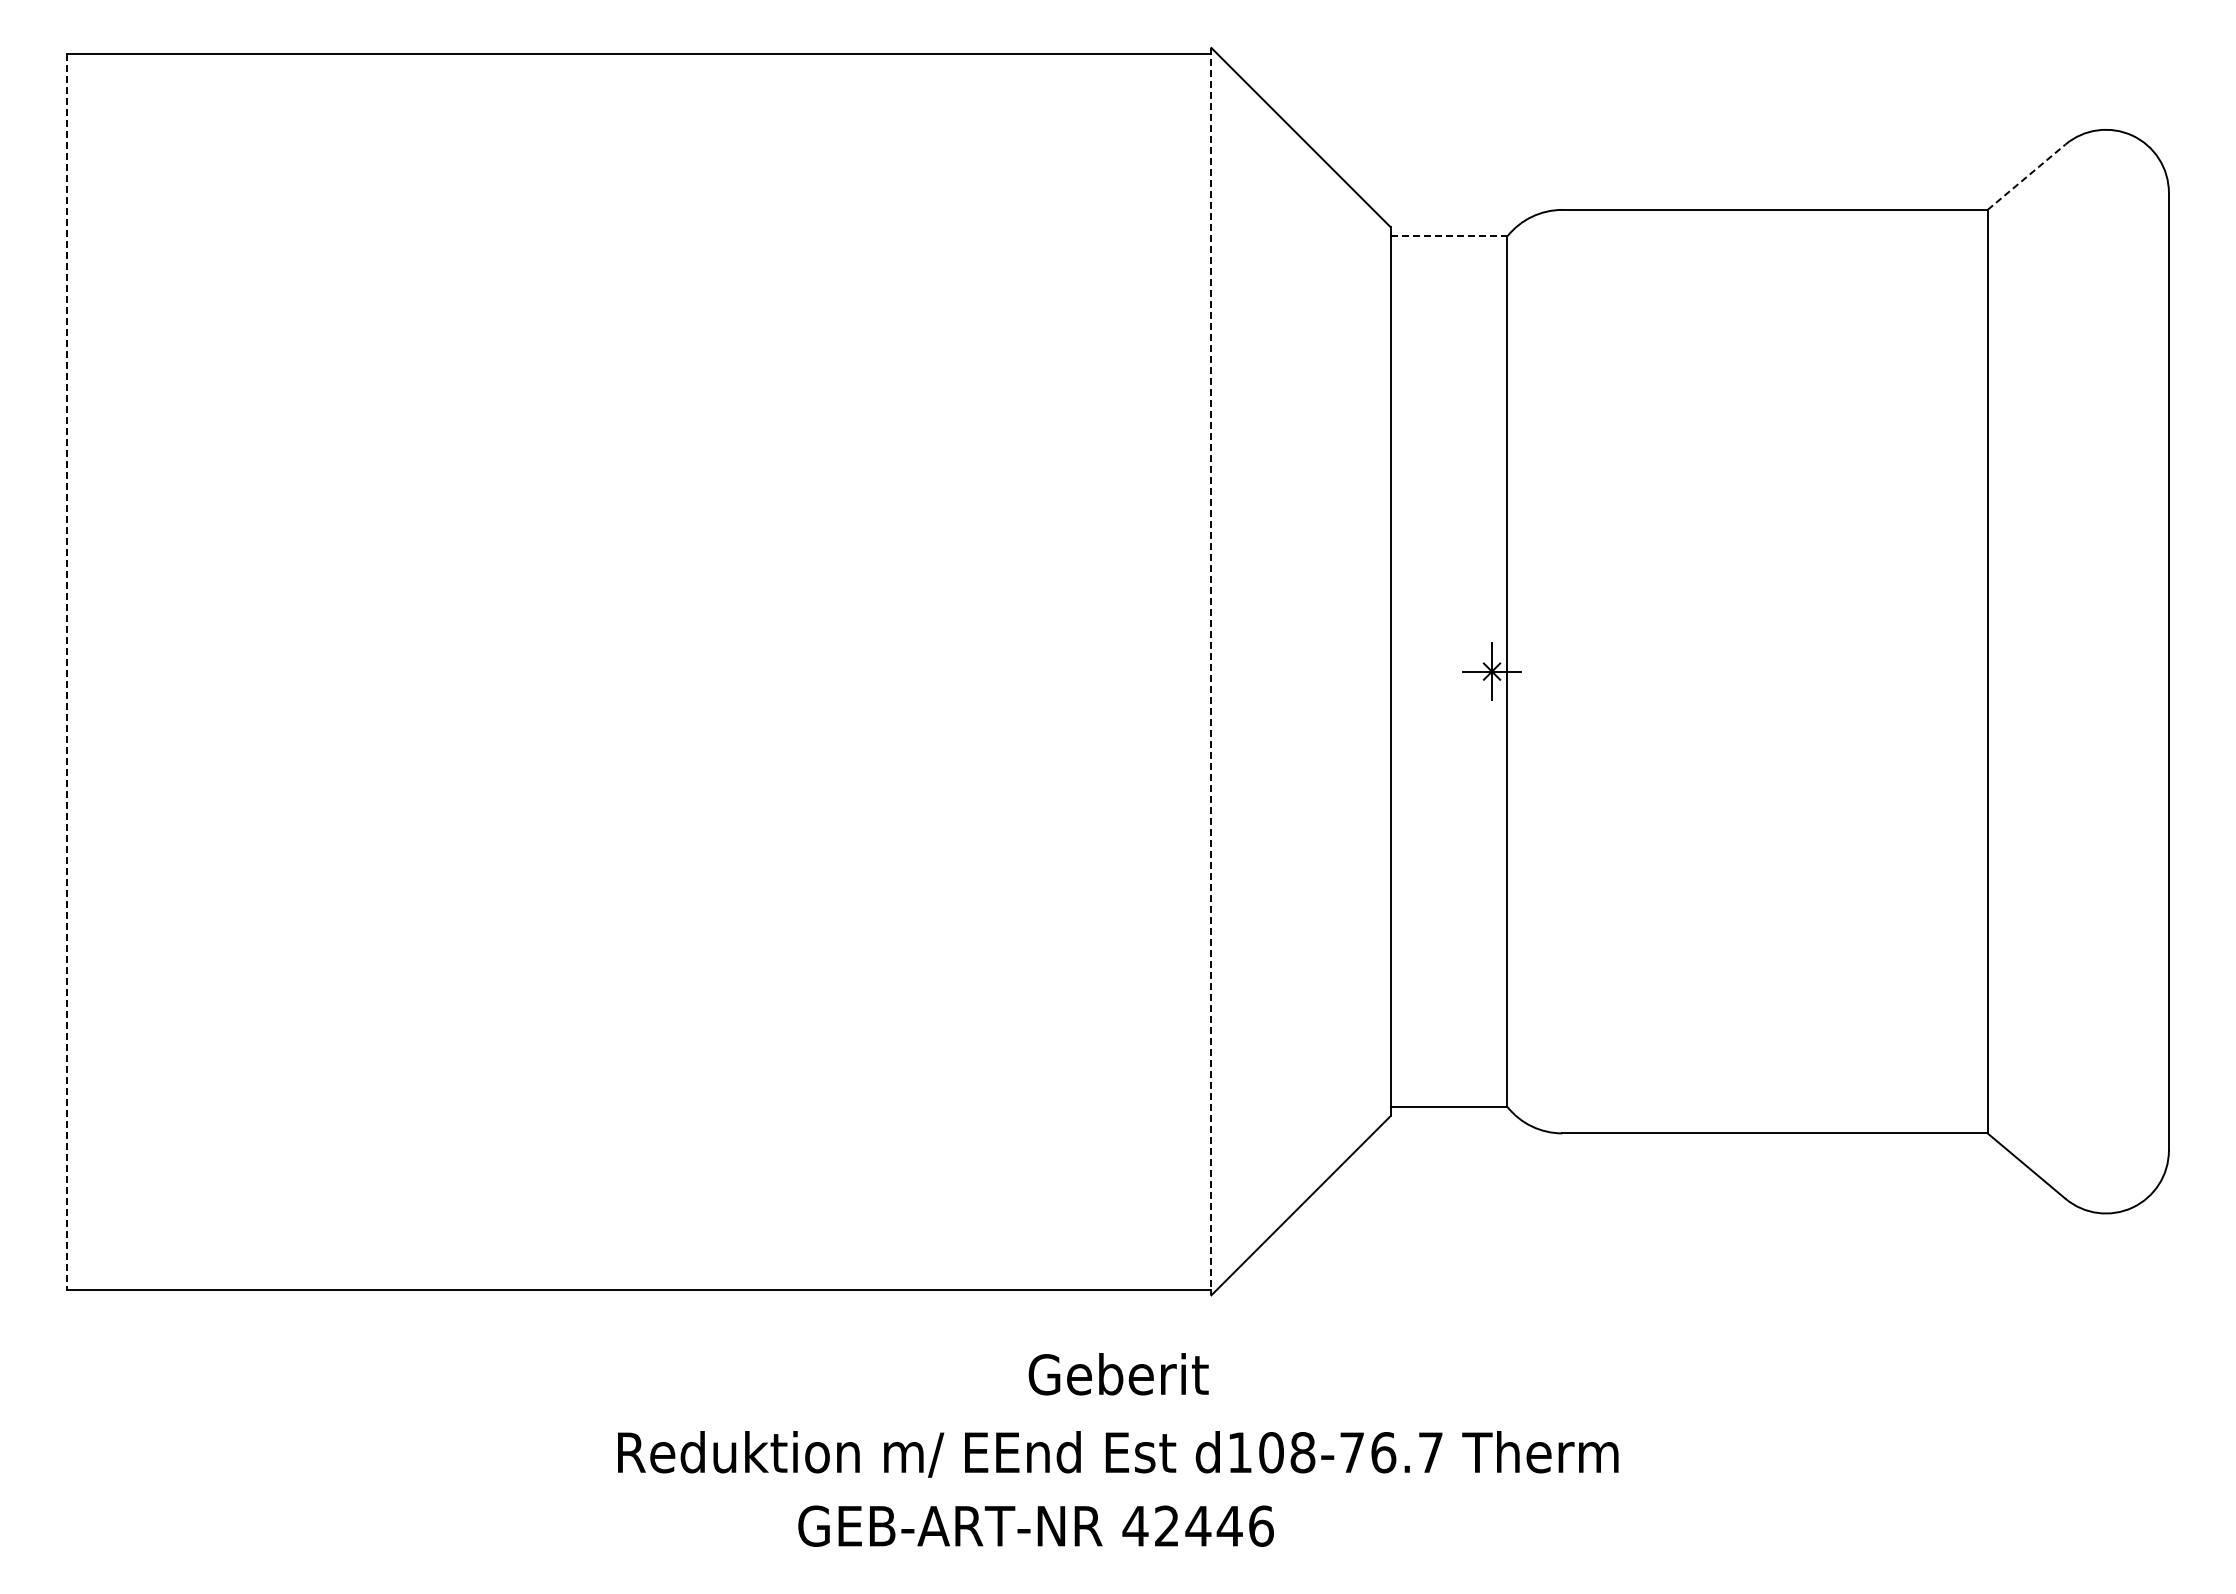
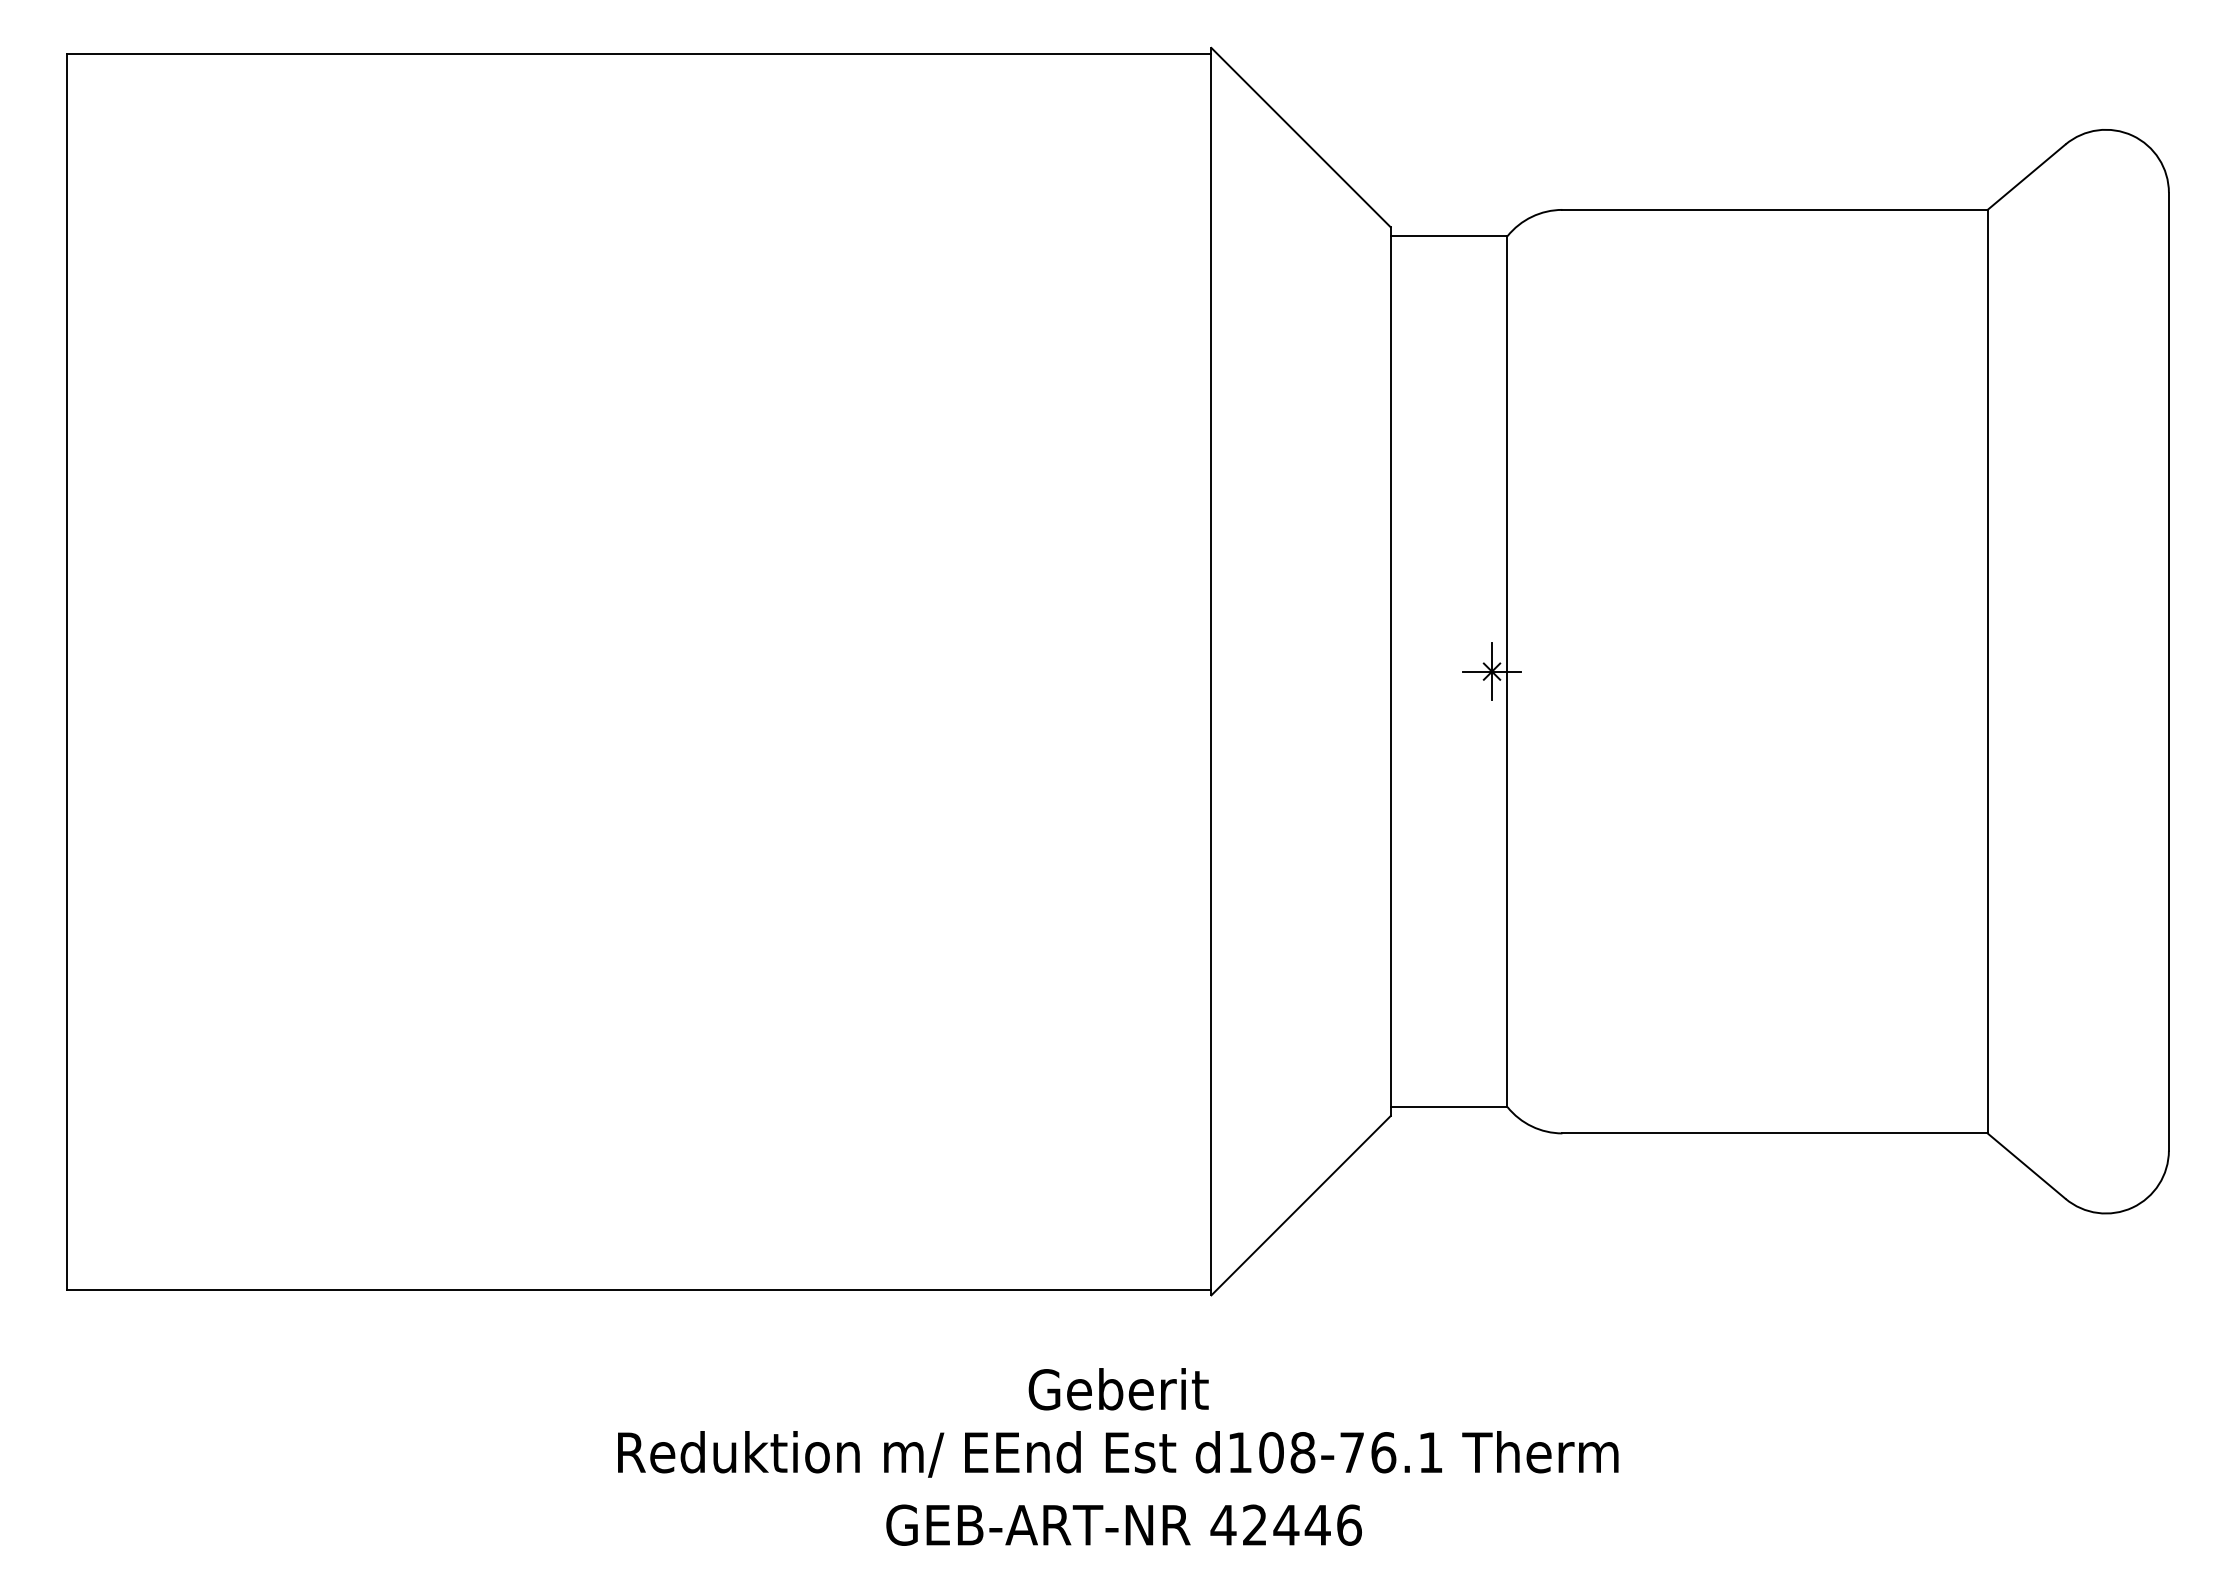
line at (2026, 177): dashed -> solid
line at (1449, 236): dashed -> solid
line at (67, 671): dashed -> solid
line at (1211, 671): dashed -> solid
text at (1118, 1374) position: (1118, 1374) -> (1118, 1389)
text at (1430, 1452): d108-76.7 -> d108-76.1
text at (1035, 1525) position: (1035, 1525) -> (1123, 1524)
